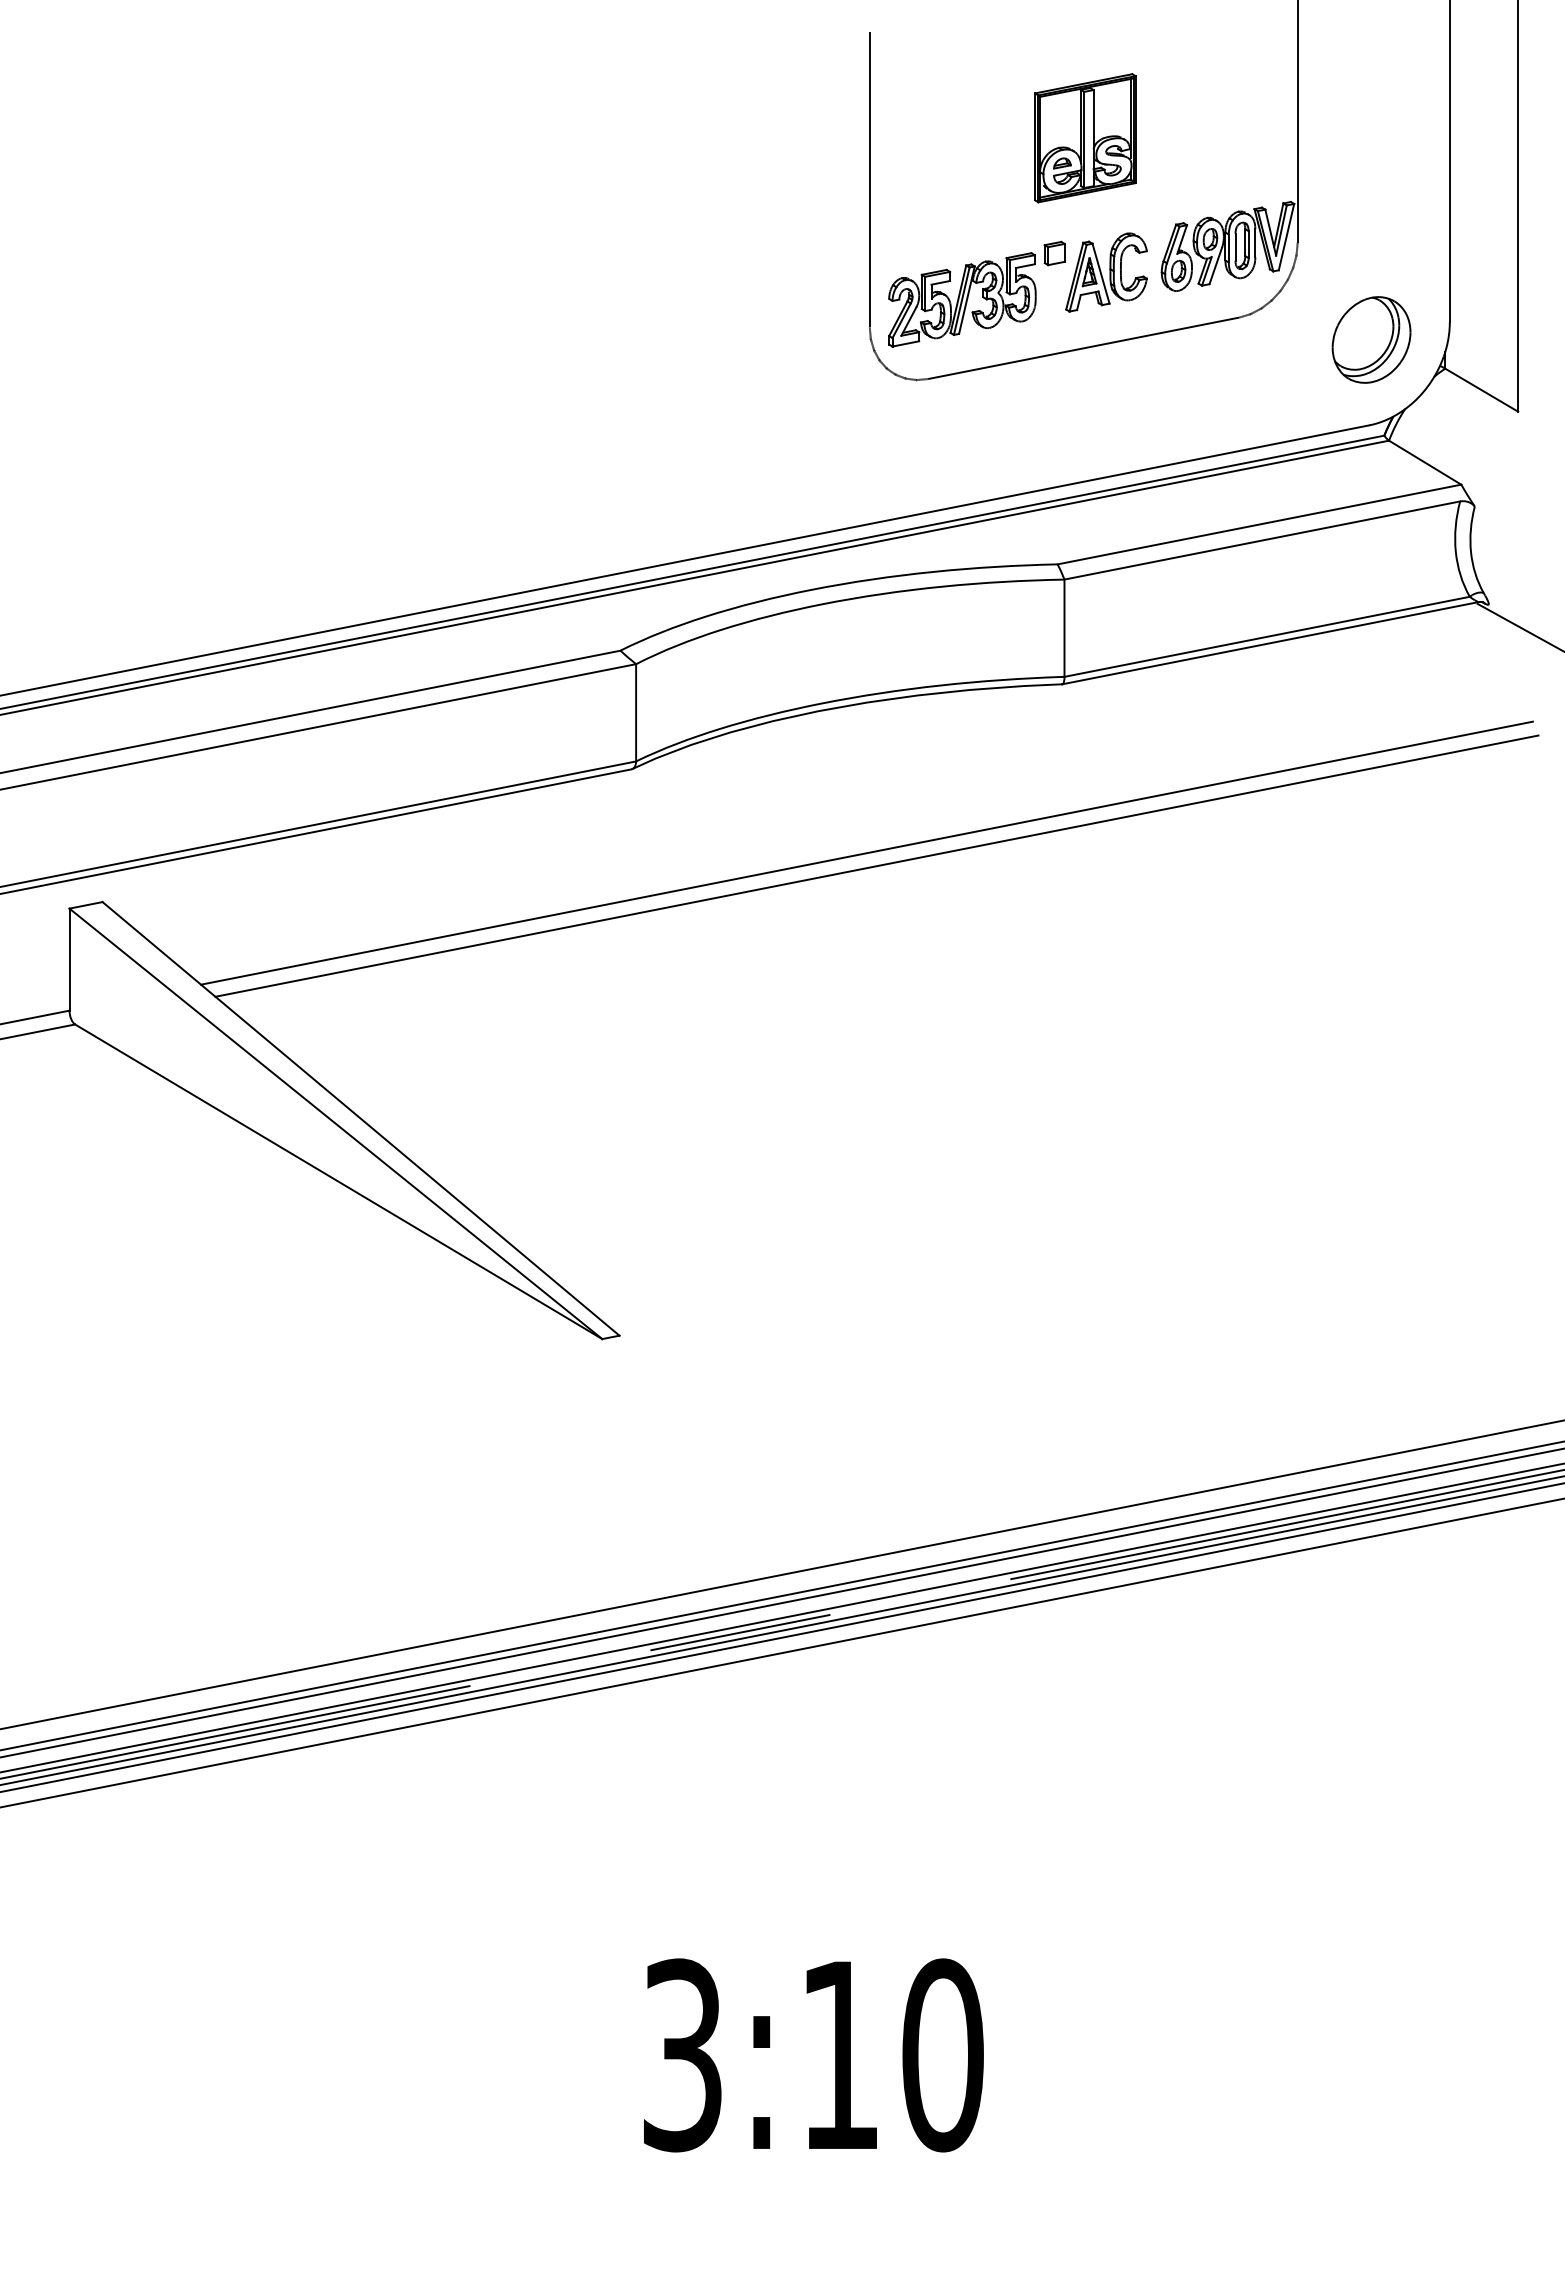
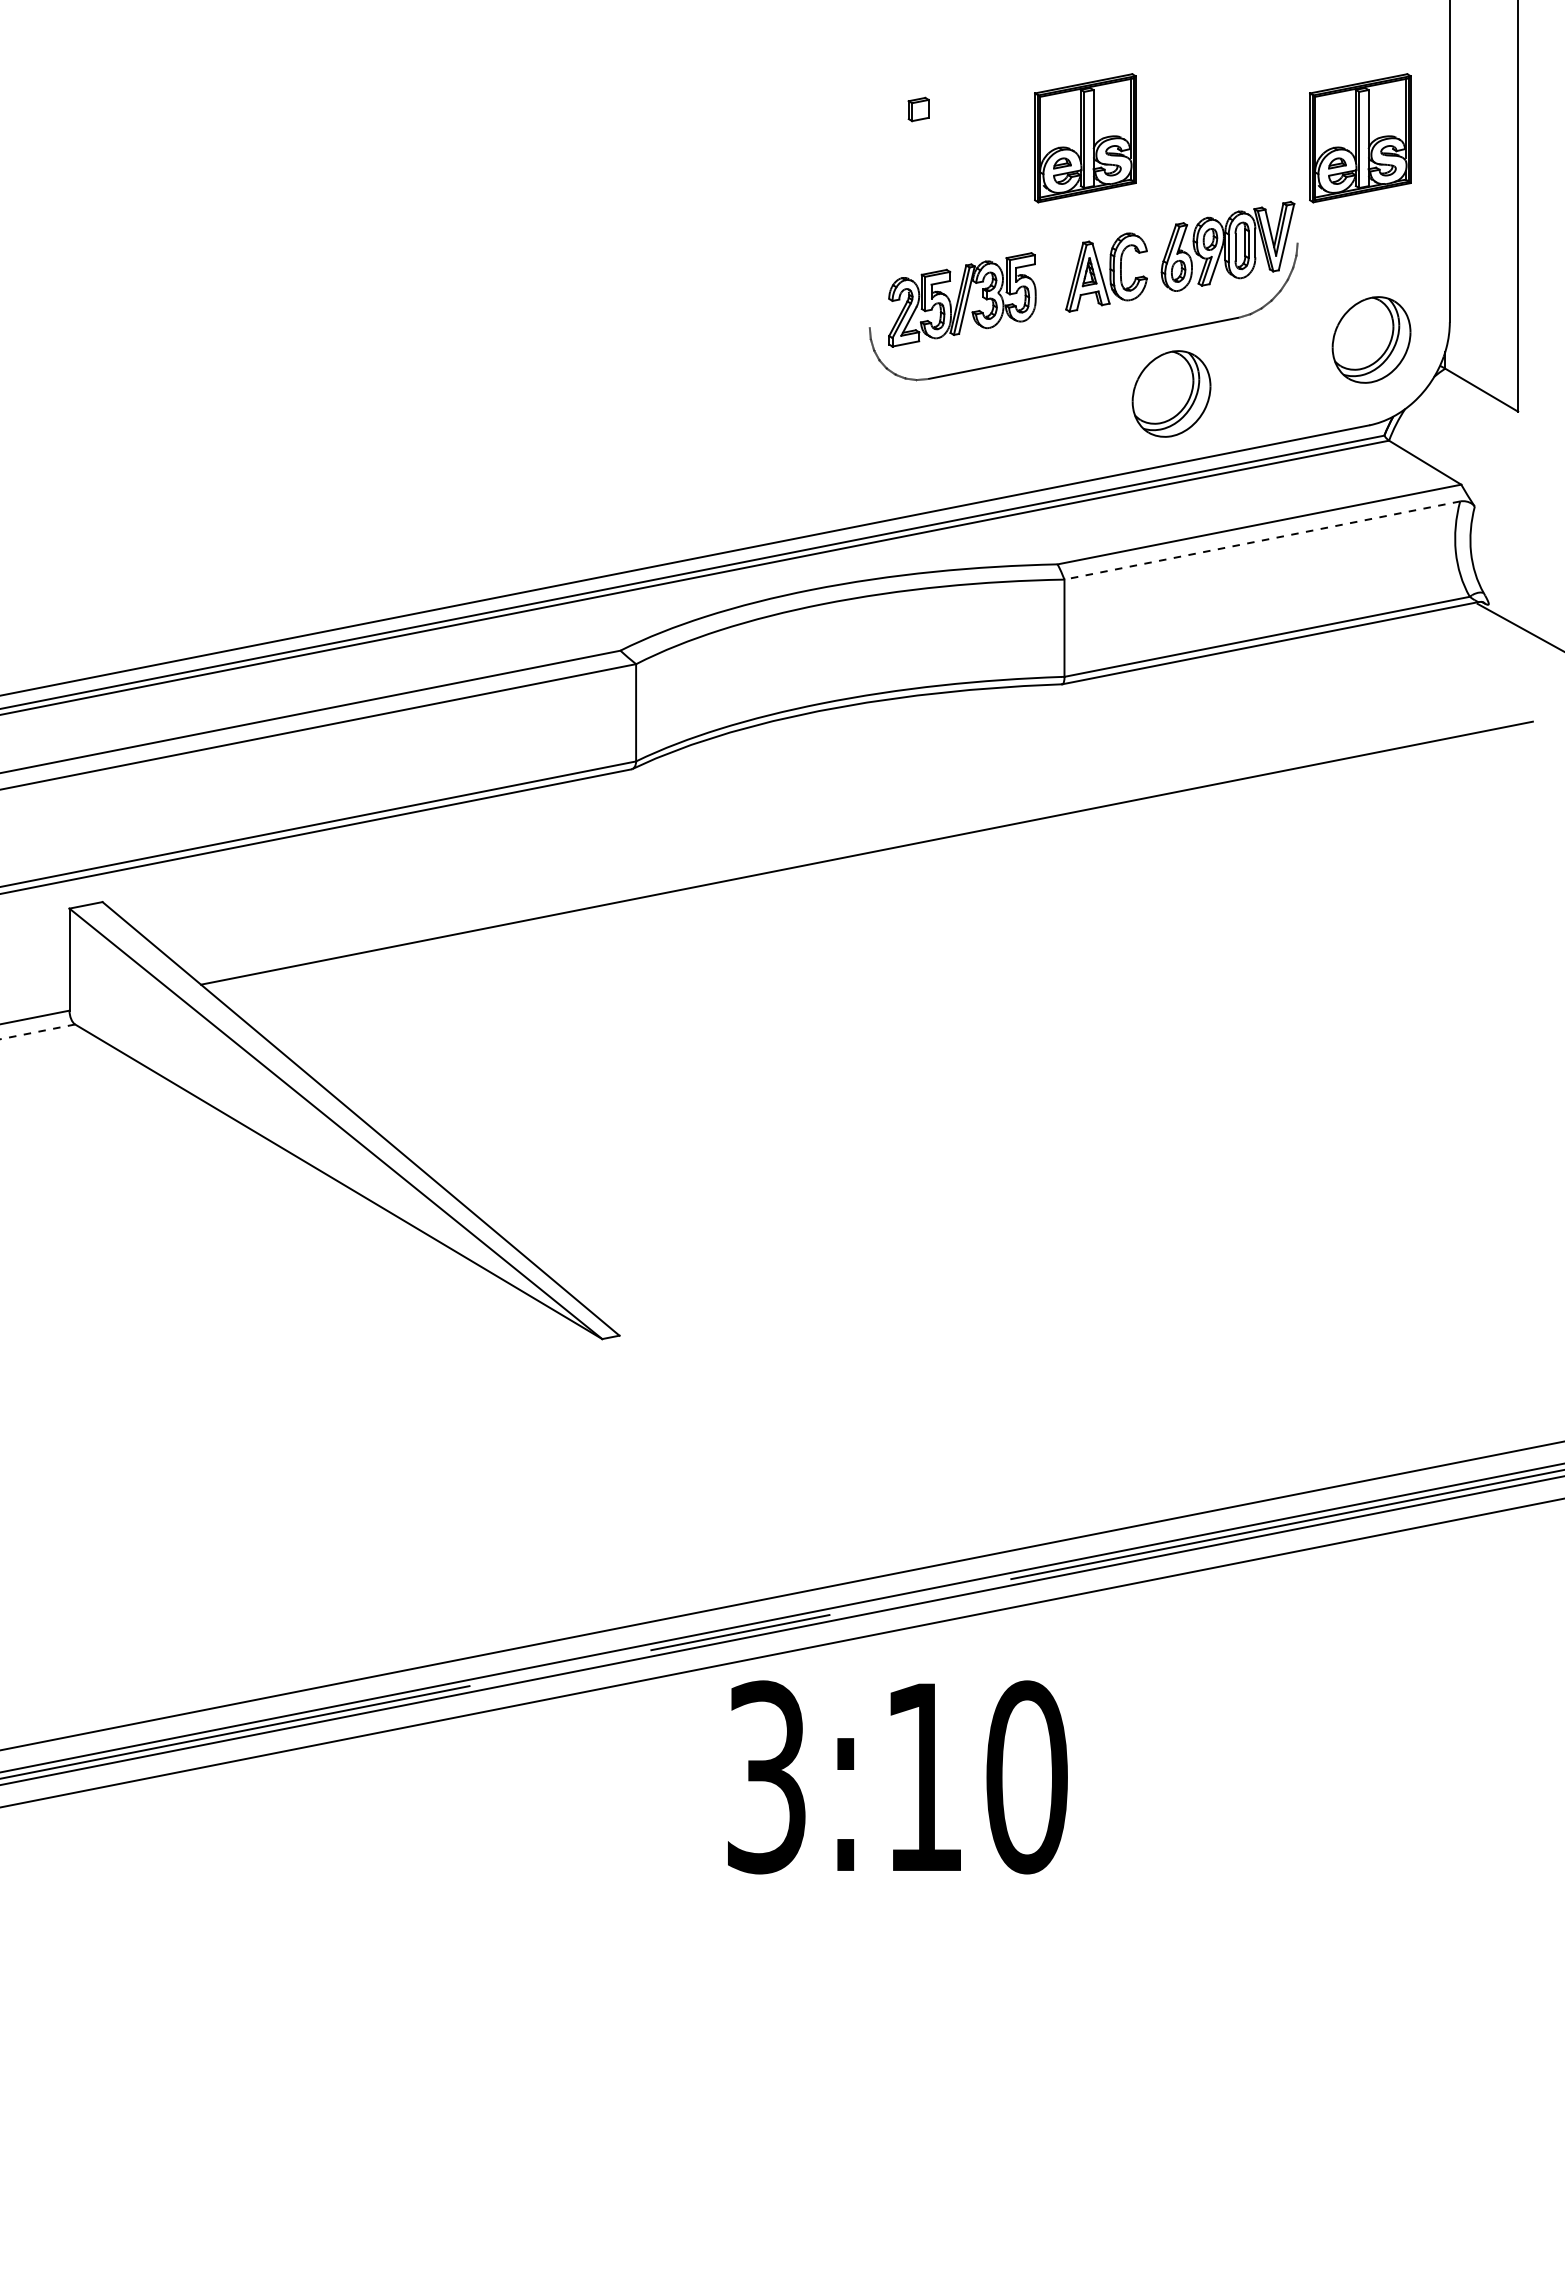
line at (1297, 122): present -> none
part at (1360, 138): none -> present
line at (869, 179): present -> none
part at (1054, 253) position: (1054, 253) -> (918, 109)
part at (1171, 393): none -> present
line at (1262, 540): solid -> dashed
line at (876, 865): present -> none
line at (37, 1031): solid -> dashed
line at (781, 1574): present -> none
line at (781, 1603): present -> none
line at (781, 1637): present -> none
text at (813, 2055) position: (813, 2055) -> (897, 1777)
